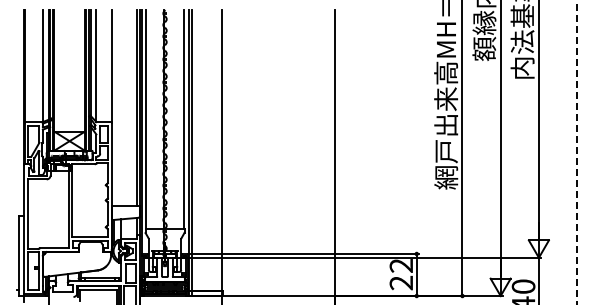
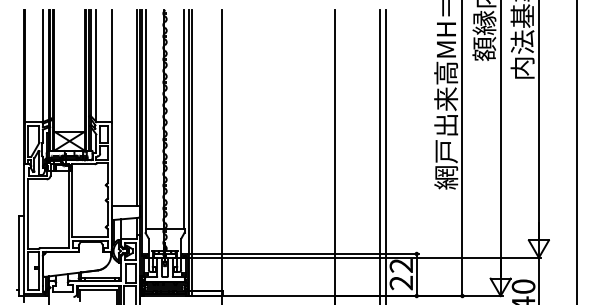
line at (577, 152): dashed -> solid
line at (380, 155): none -> present
line at (386, 155): none -> present
